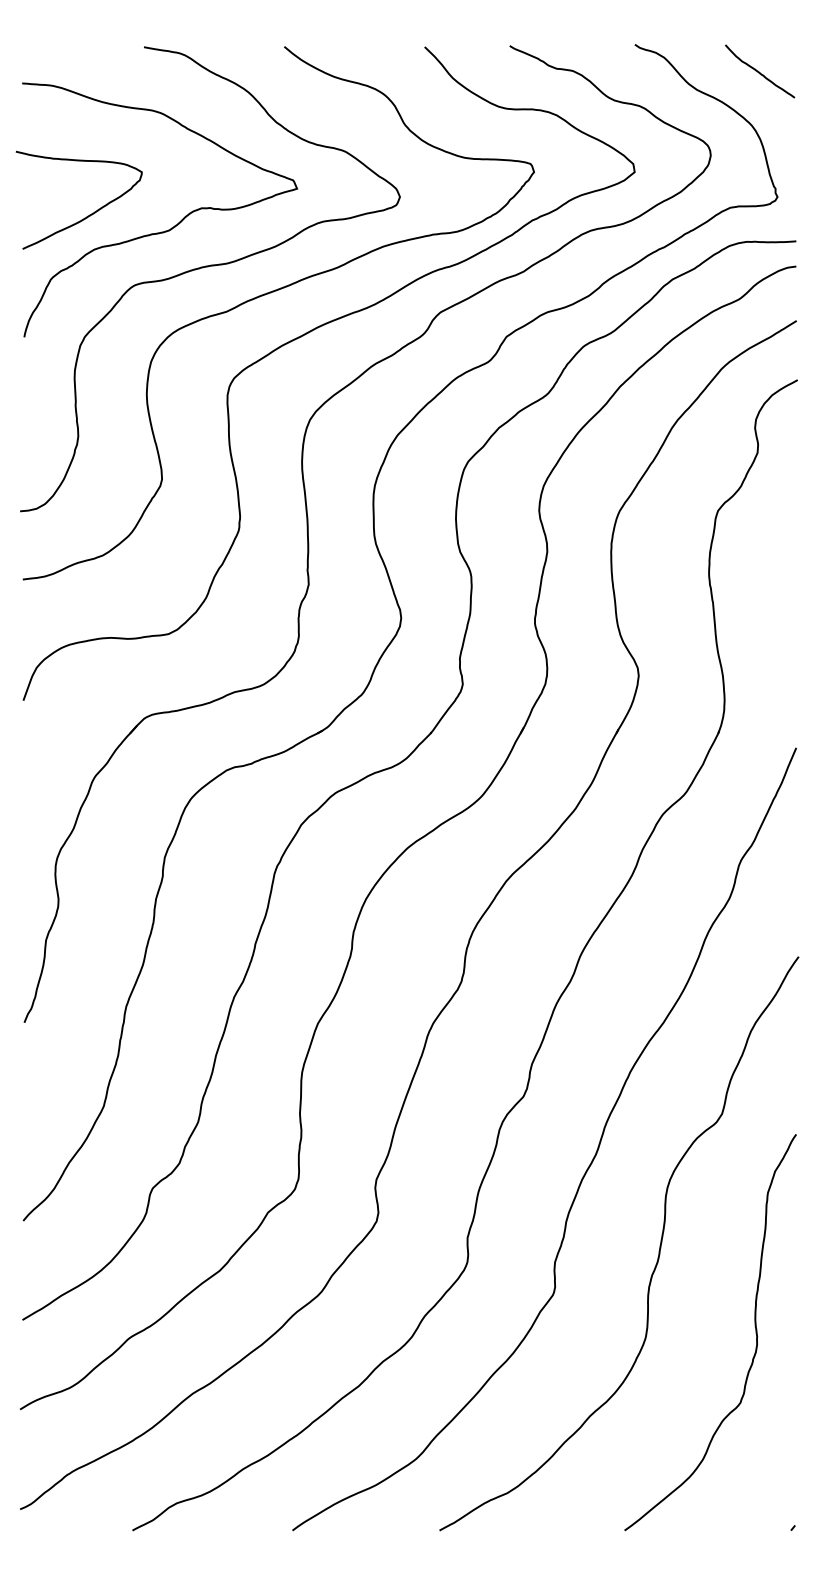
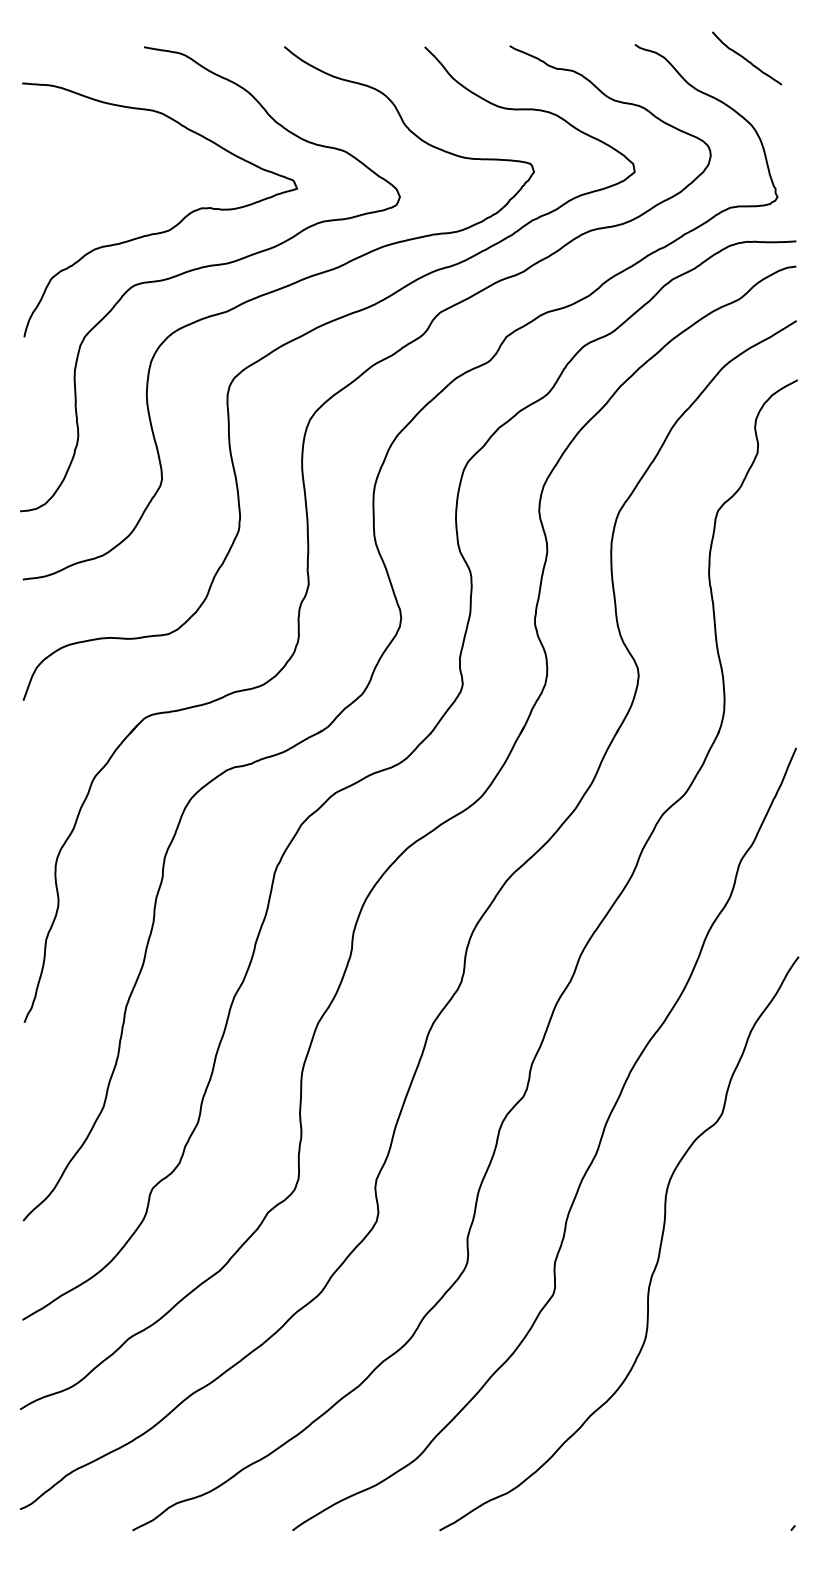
curve at (759, 71) position: (759, 71) -> (746, 58)
curve at (89, 214): present -> none
curve at (754, 1326): present -> none
